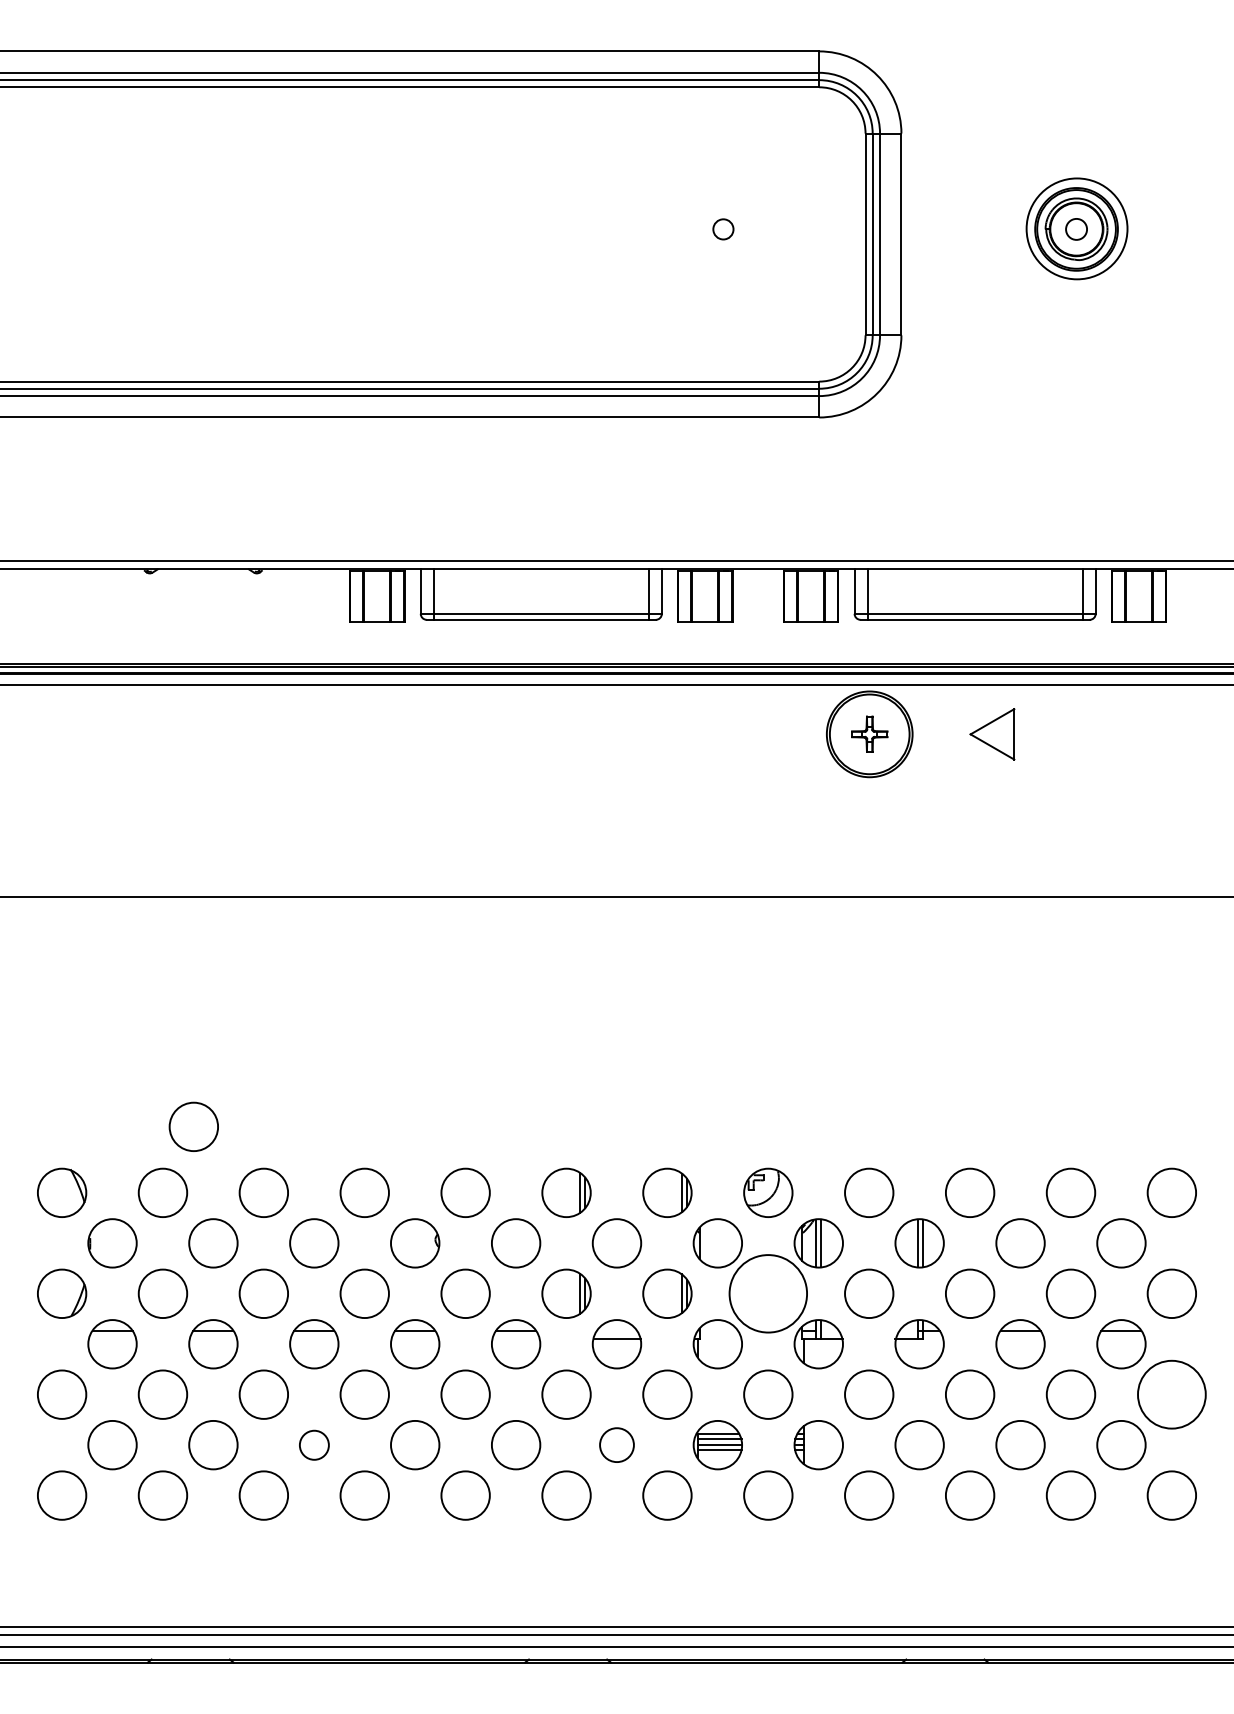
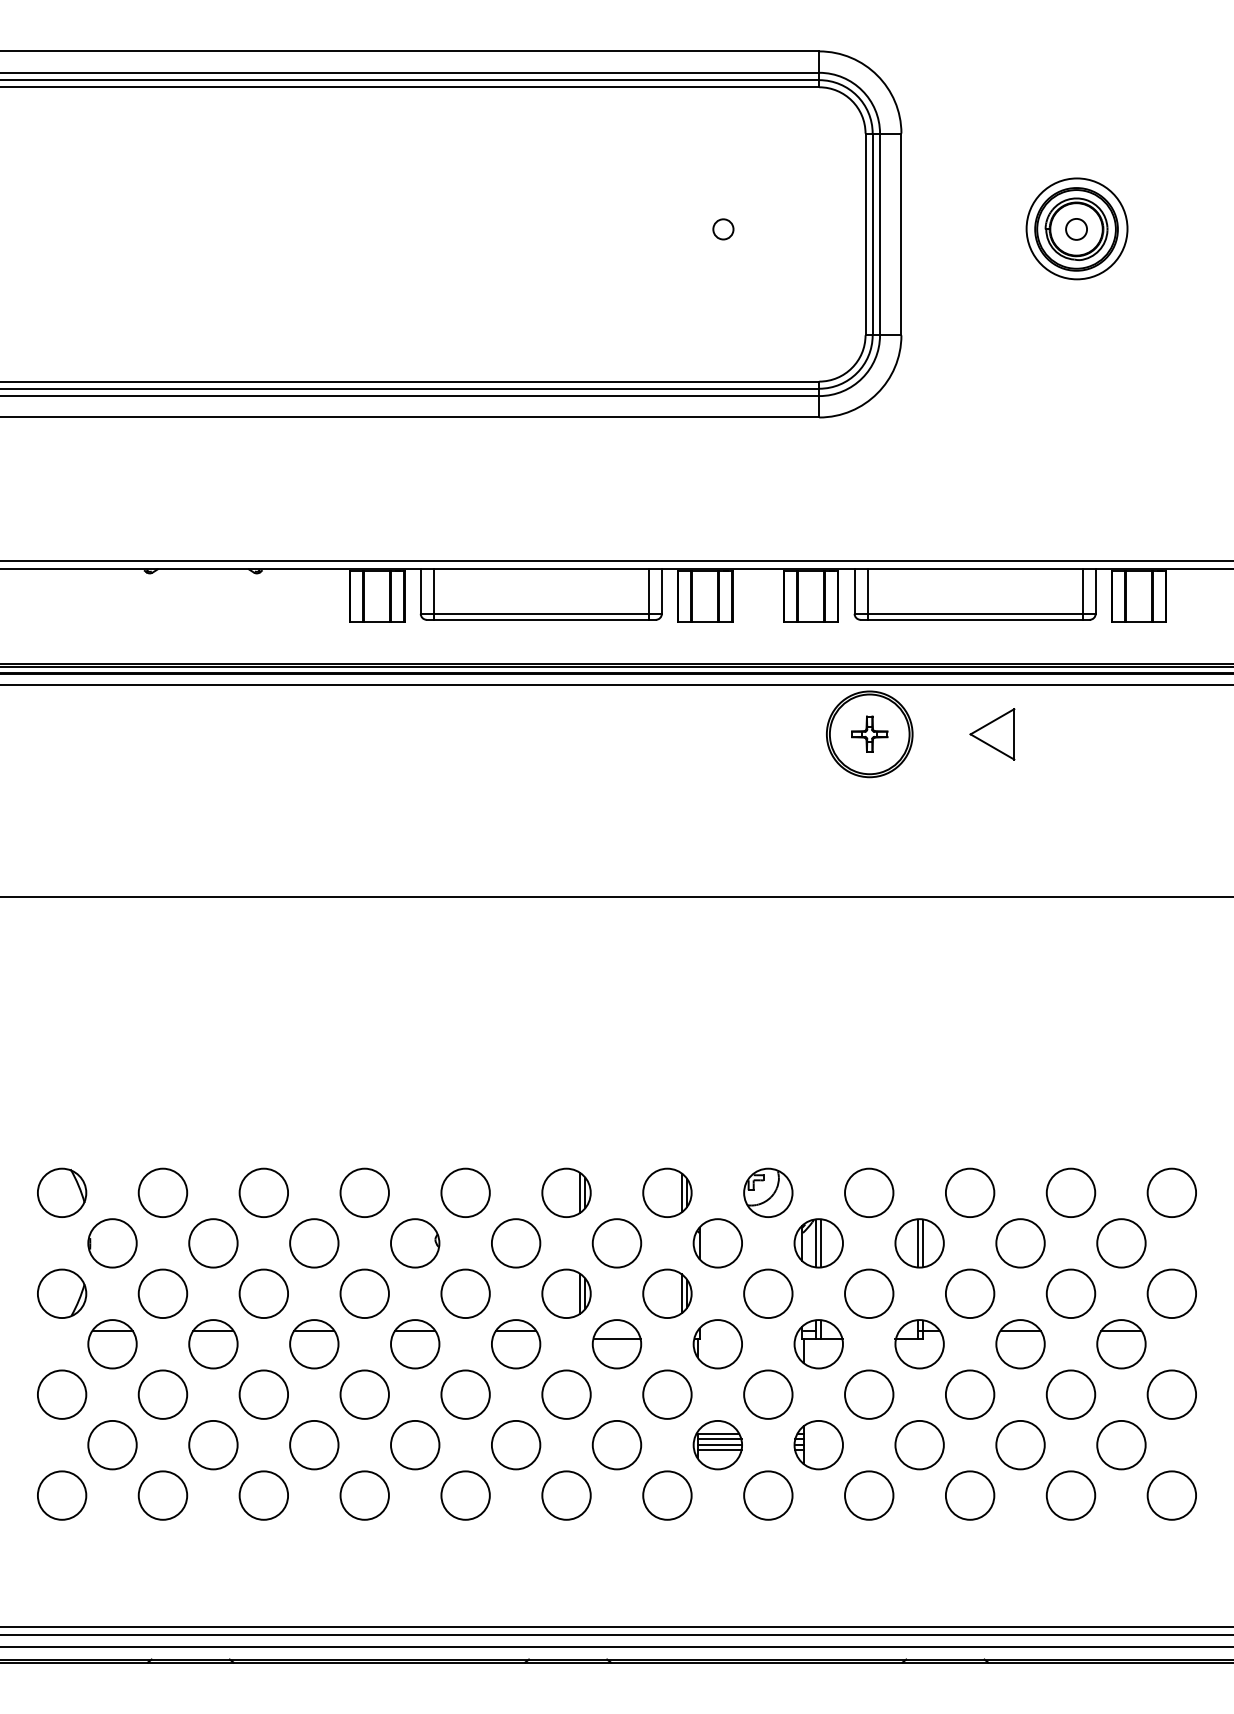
circle at (193, 1126): present -> none
circle at (768, 1293) diameter: 77 px -> 48 px
circle at (1171, 1394) diameter: 68 px -> 48 px
circle at (314, 1444) size: 31x32 px -> 51x51 px
circle at (616, 1445) diameter: 34 px -> 48 px
